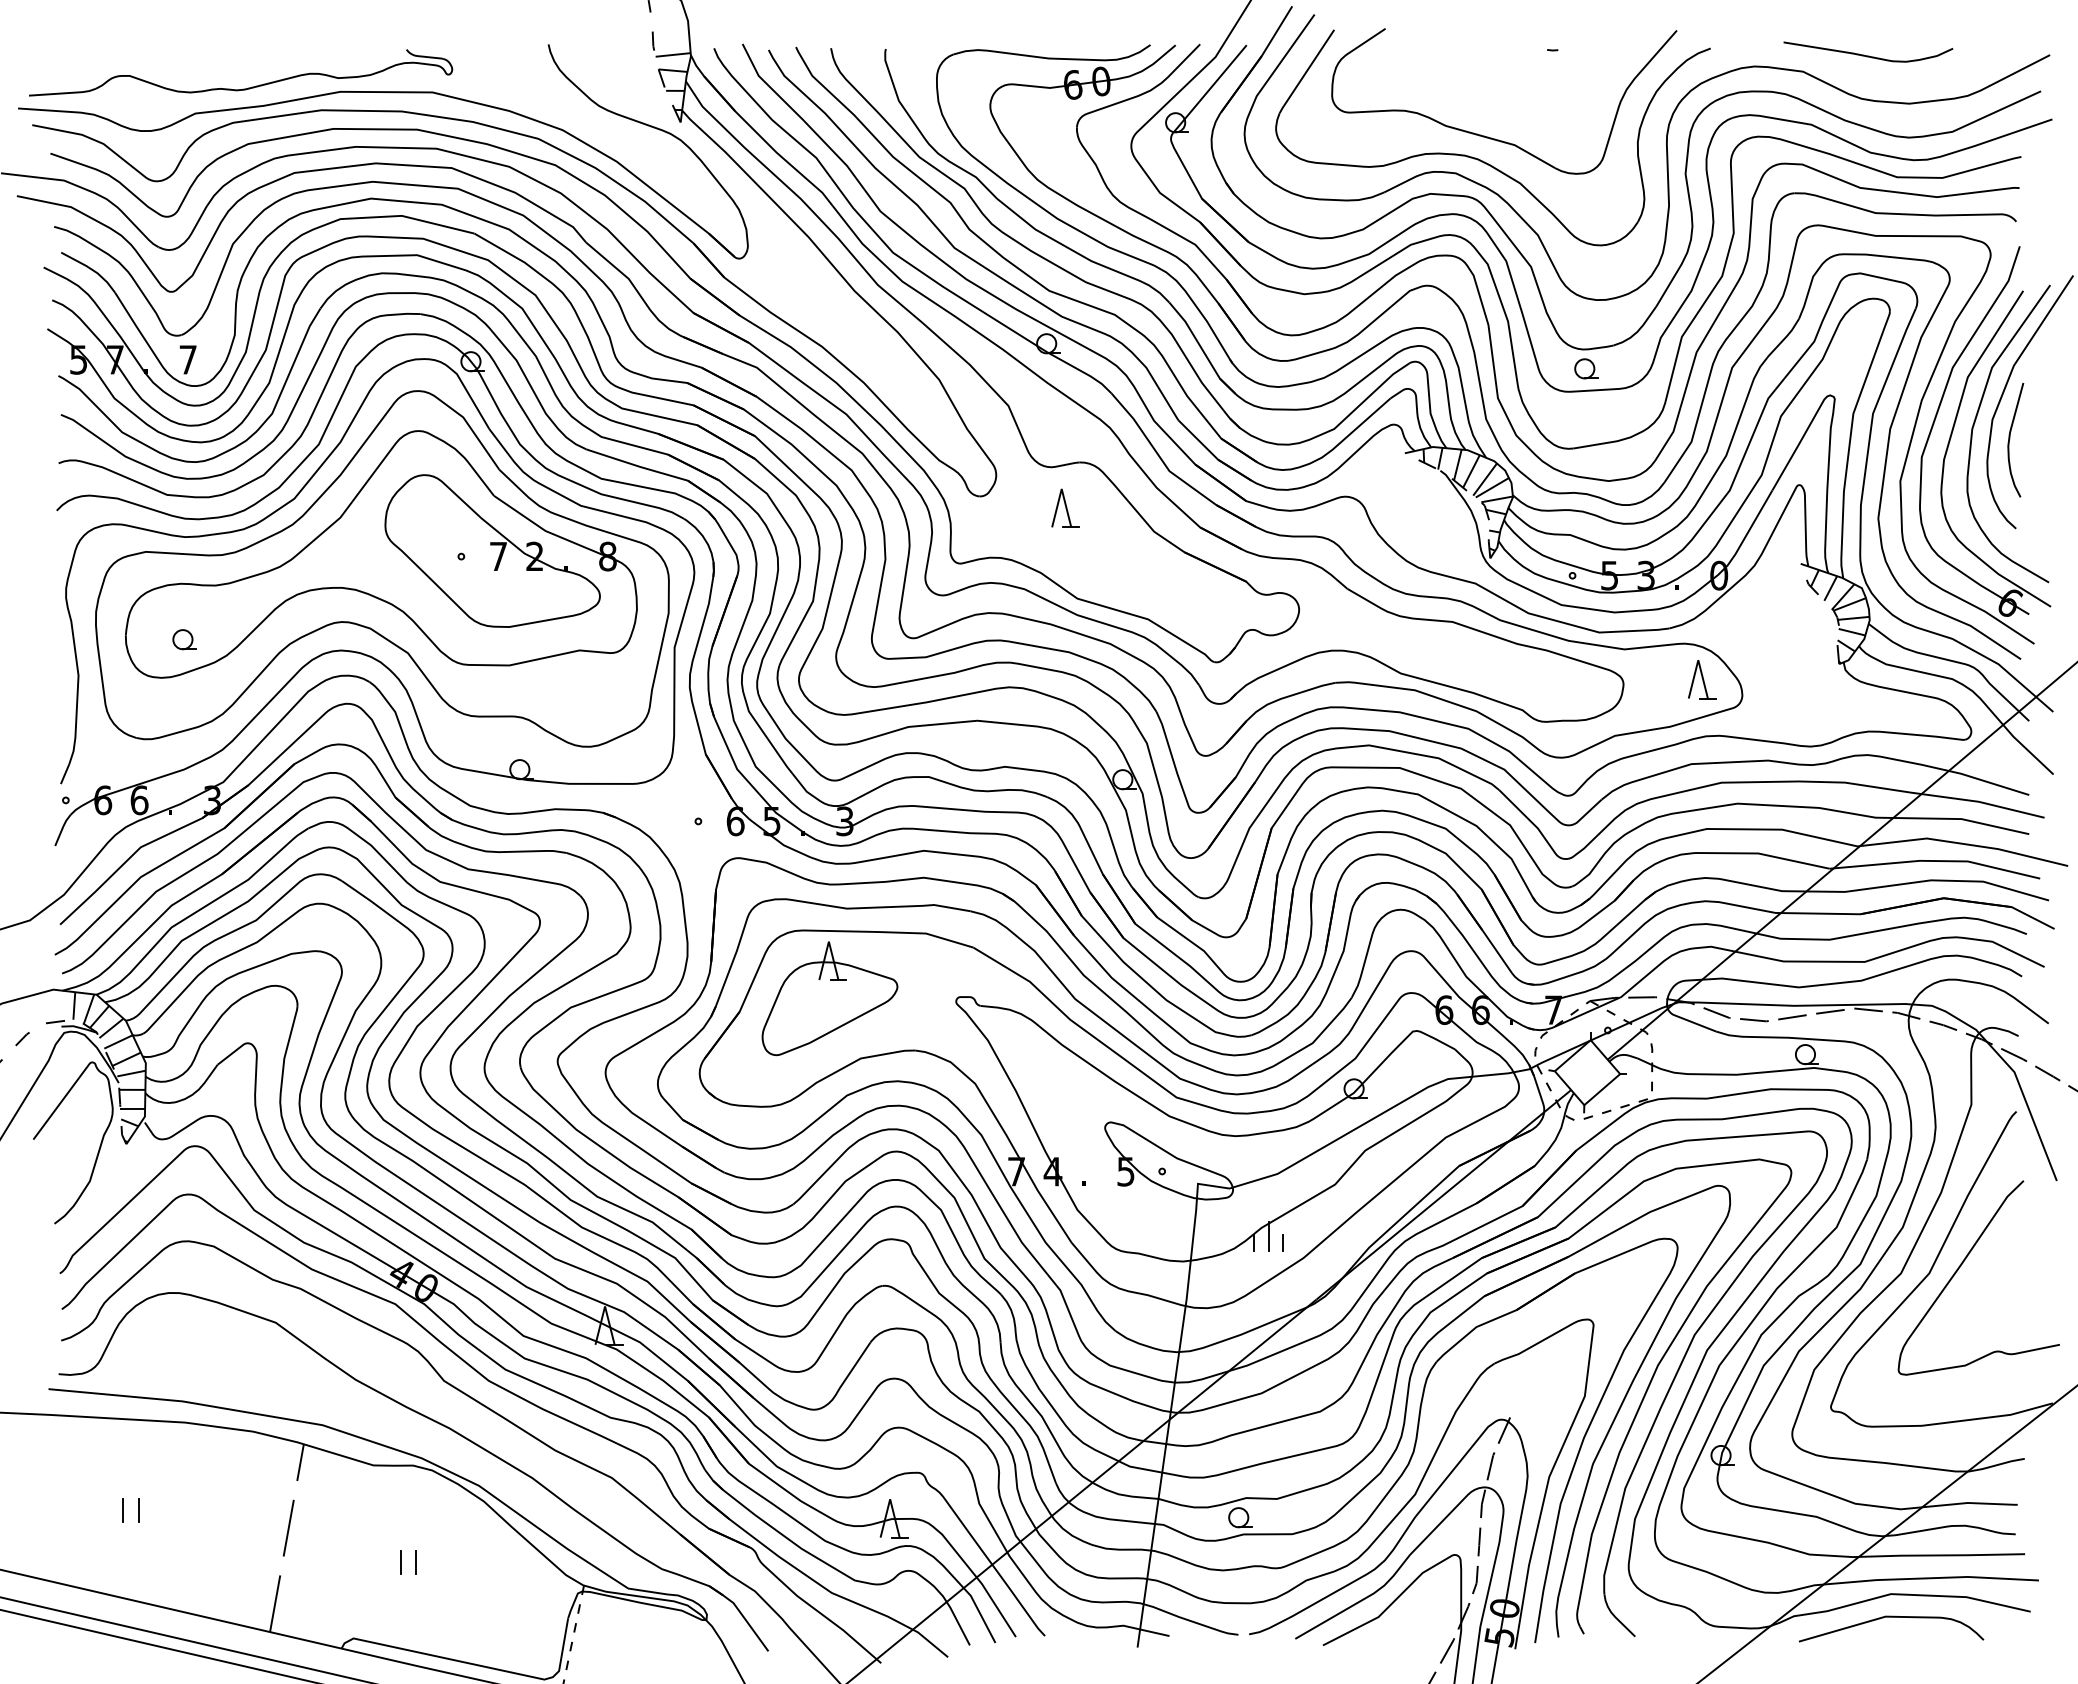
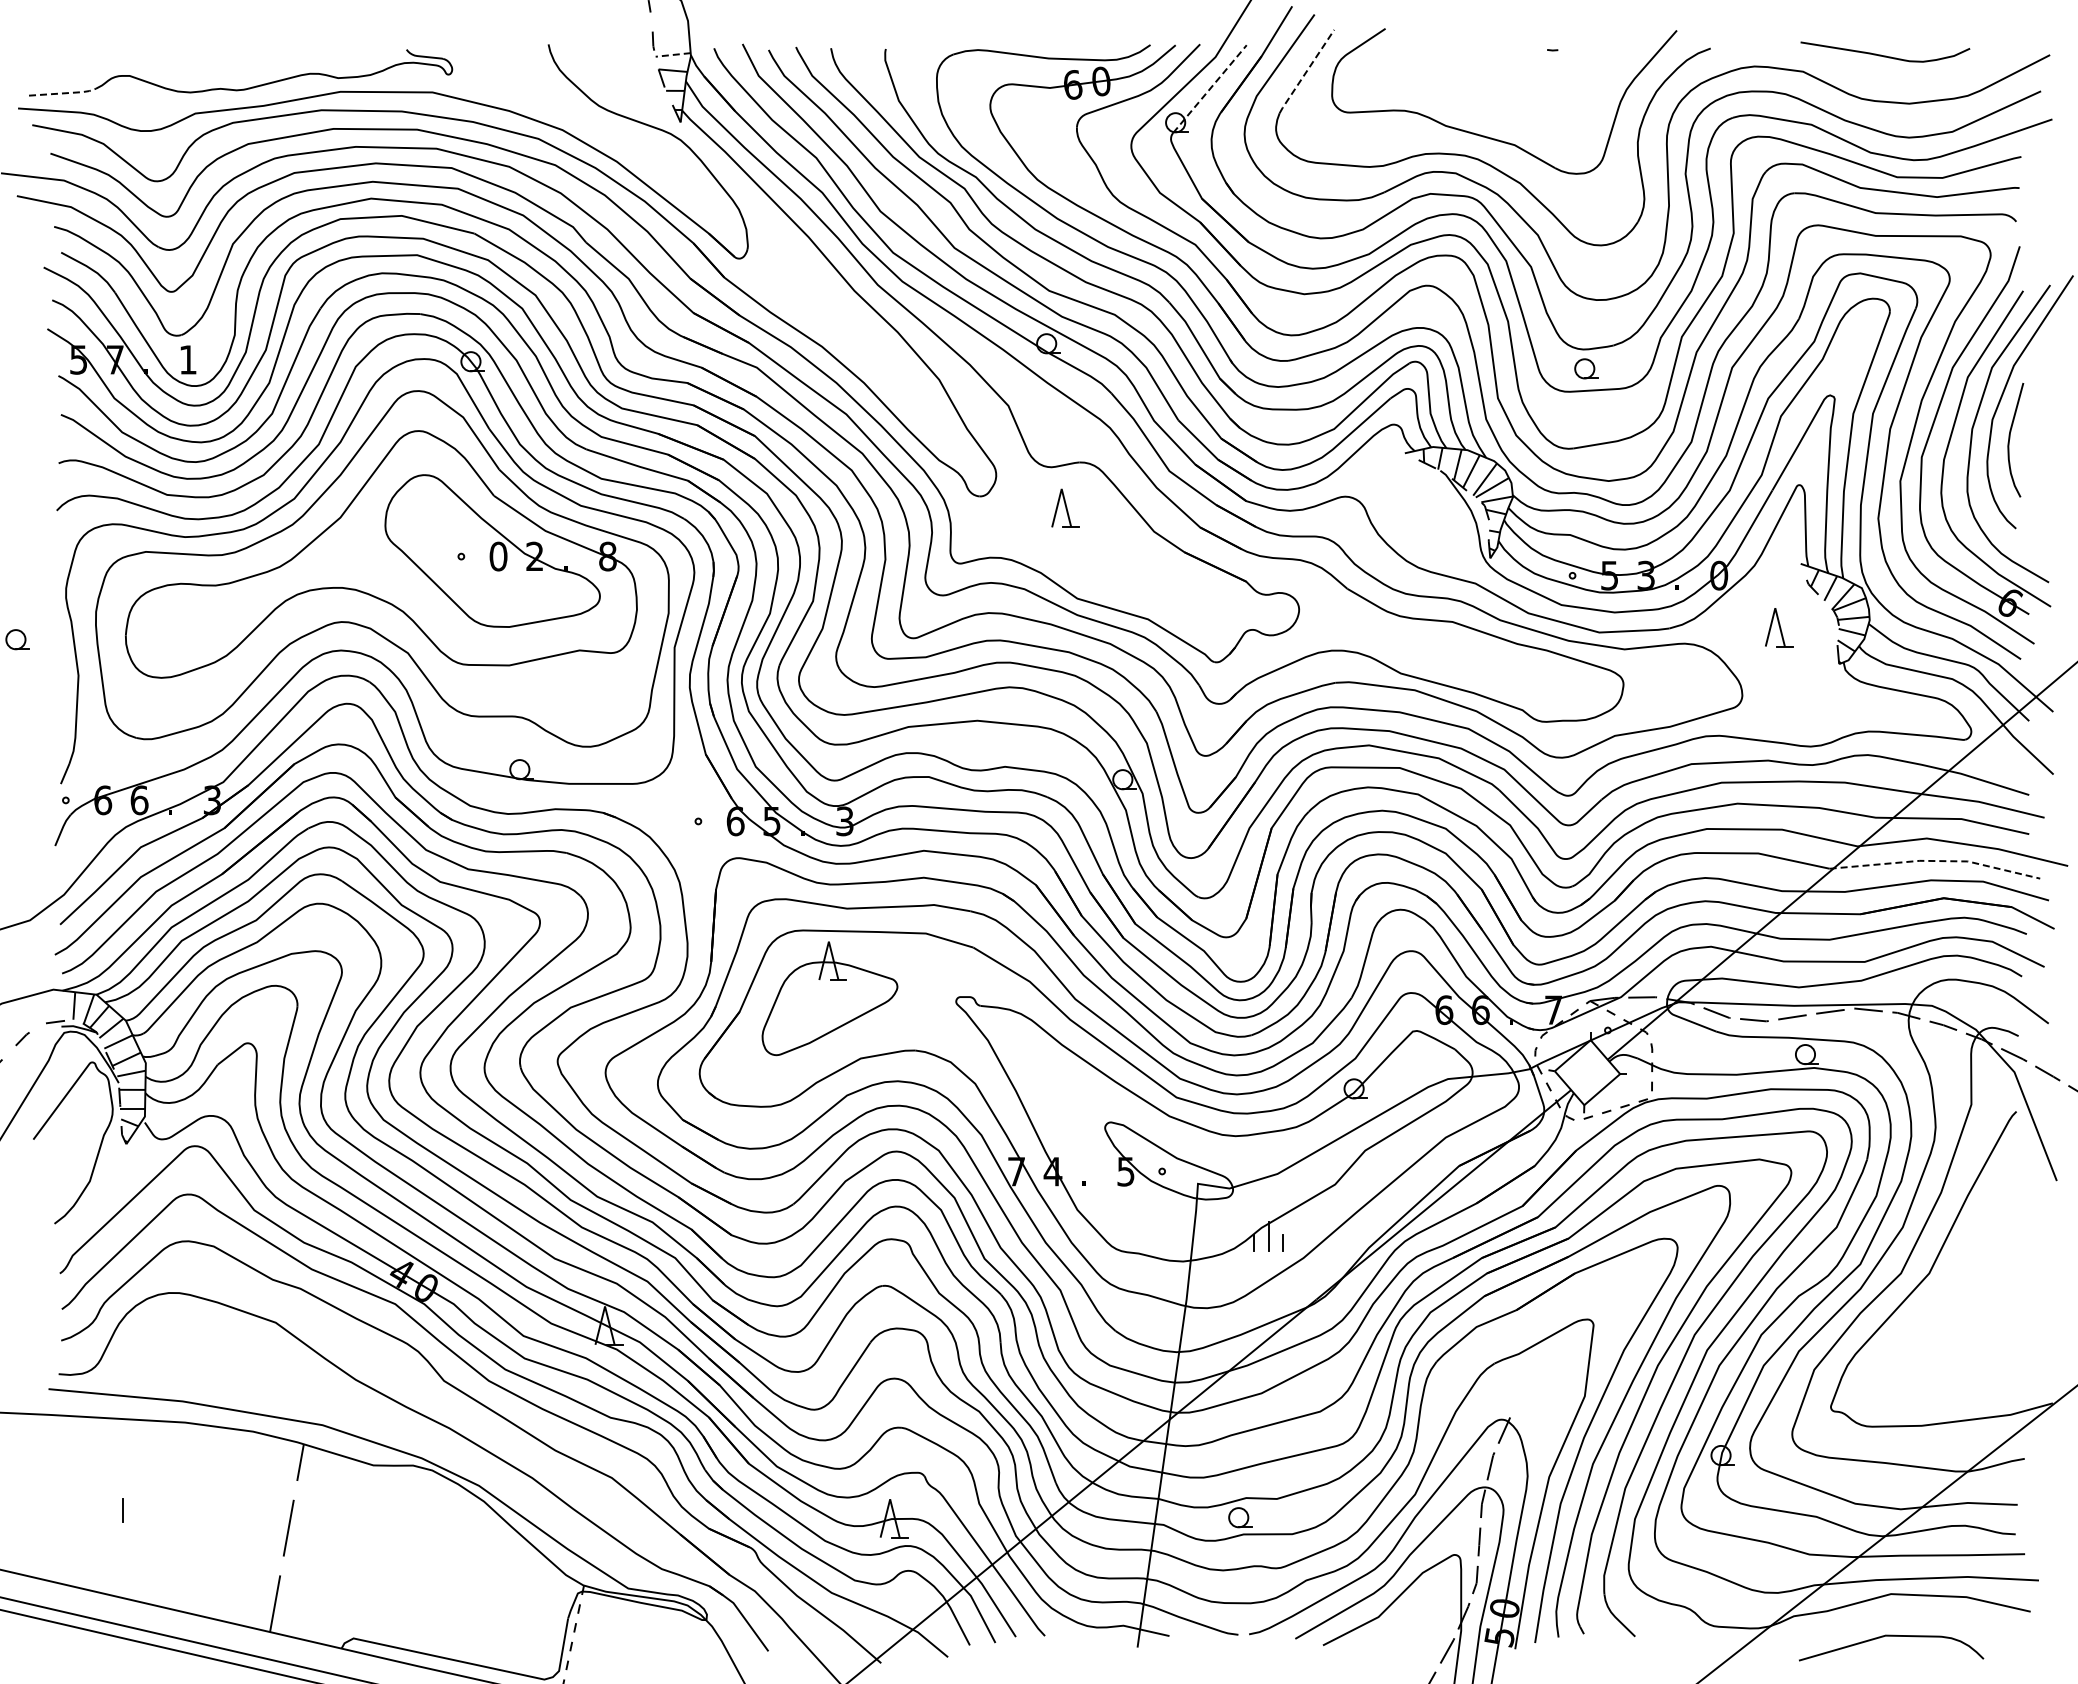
line at (673, 54): solid -> dashed
curve at (1868, 55) position: (1868, 55) -> (1885, 55)
line at (1306, 72): solid -> dashed
line at (1210, 88): solid -> dashed
line at (63, 93): solid -> dashed
text at (187, 359): 7 -> 1
text at (498, 556): 7 -> 0
part at (184, 639) position: (184, 639) -> (17, 639)
part at (1702, 679) position: (1702, 679) -> (1779, 627)
line at (1935, 861): solid -> dashed
curve at (1961, 1266): present -> none
line at (138, 1510): present -> none
line at (400, 1562): present -> none
line at (415, 1562): present -> none
curve at (1891, 1617) position: (1891, 1617) -> (1891, 1636)
